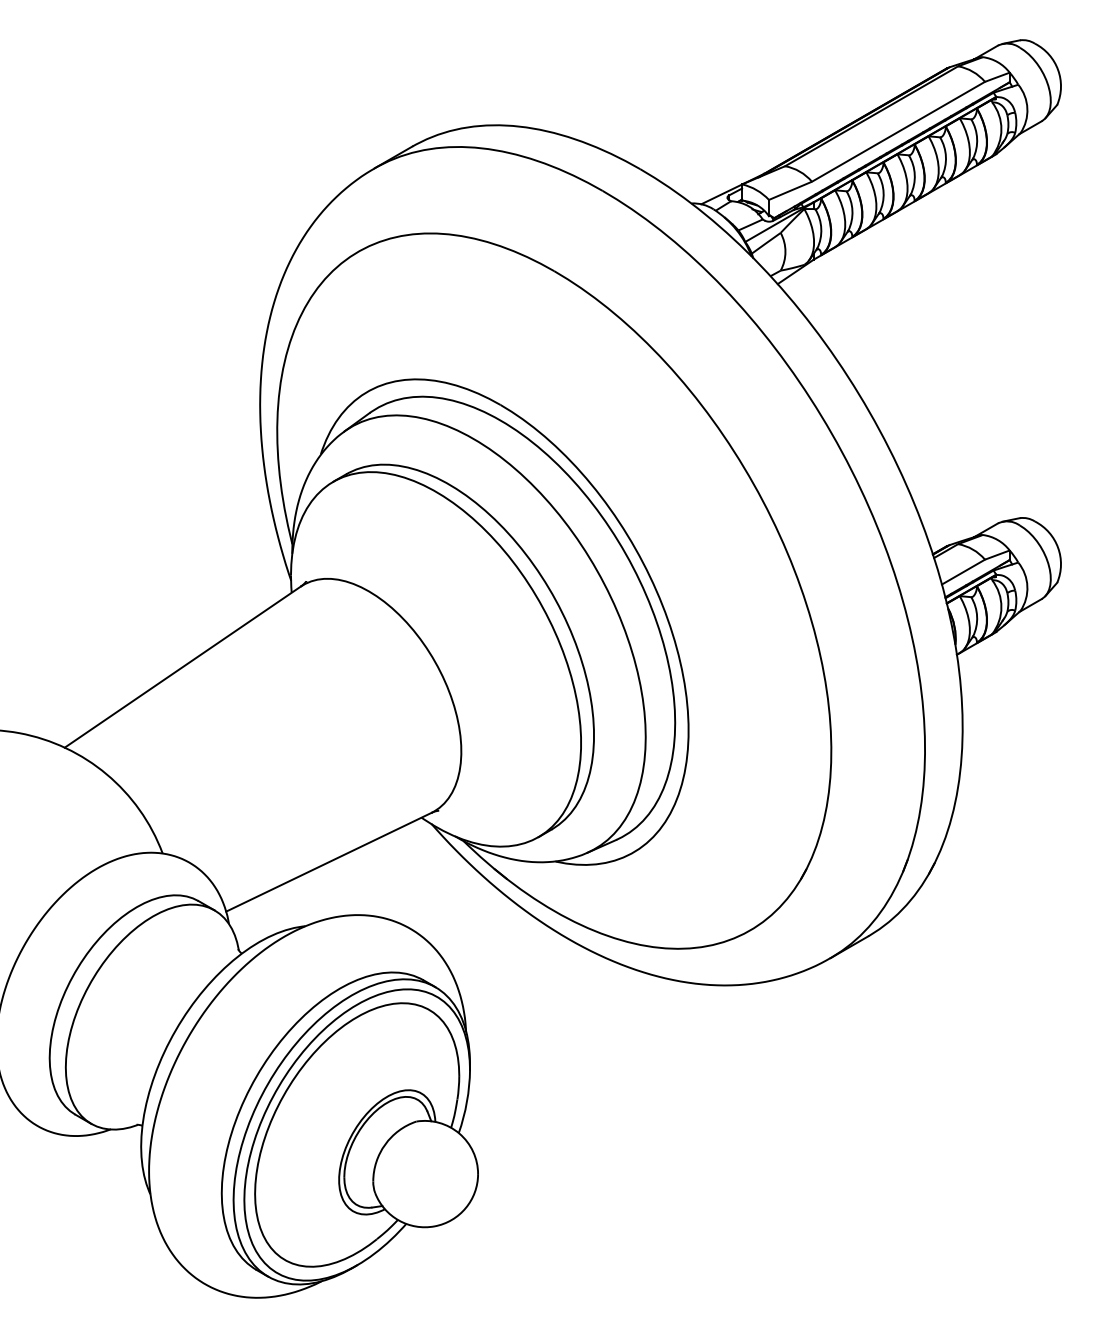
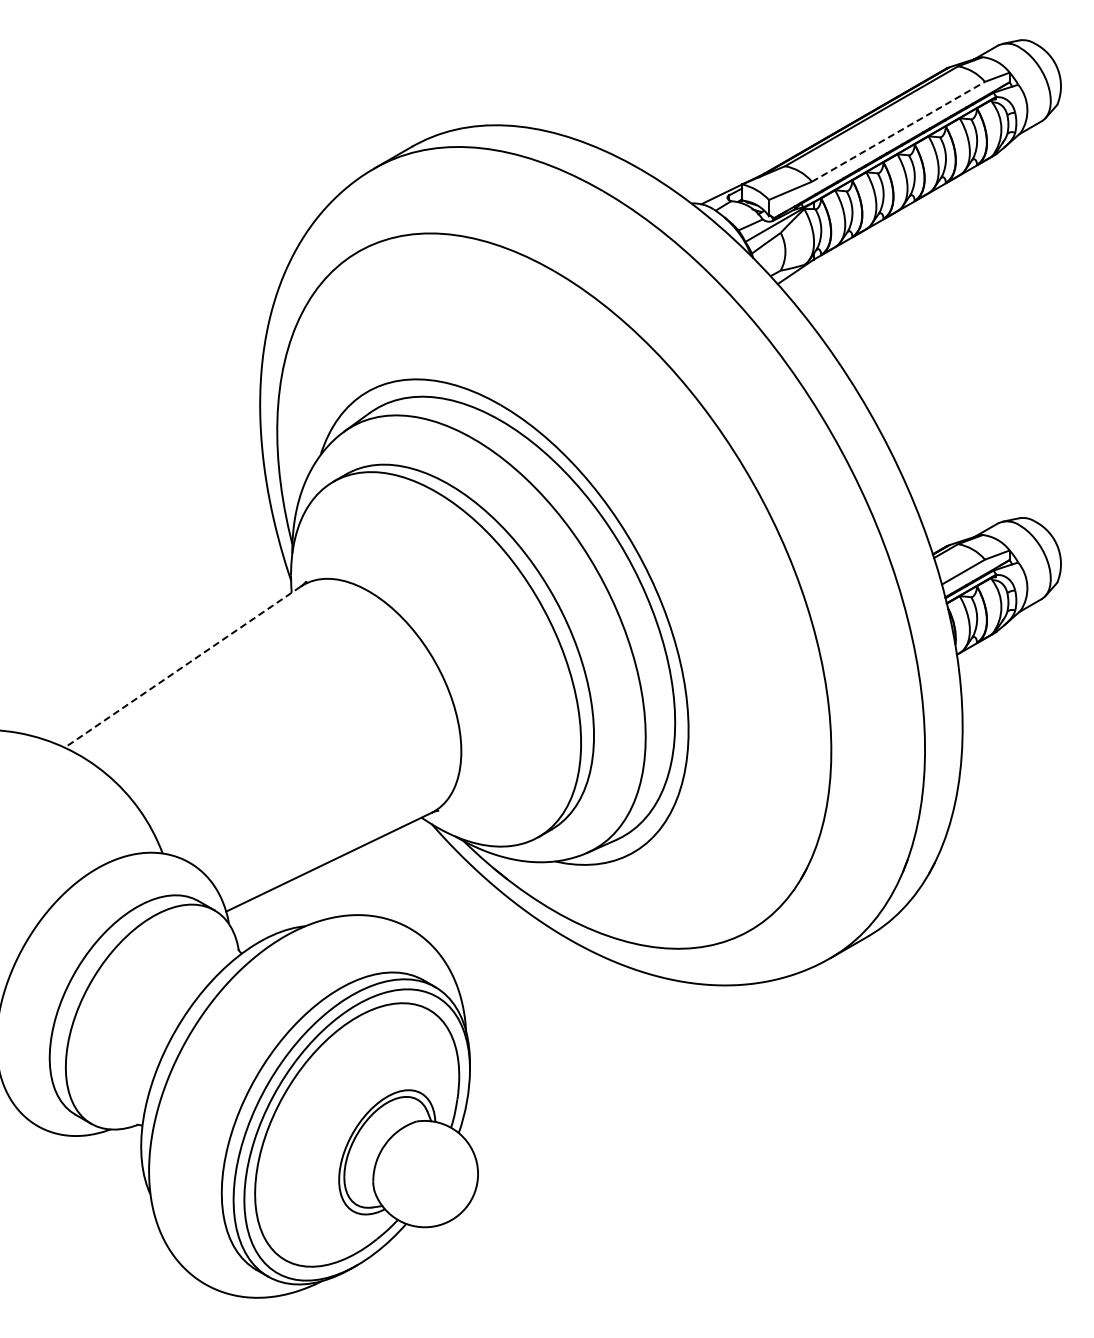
line at (898, 131): solid -> dashed
line at (182, 667): solid -> dashed
